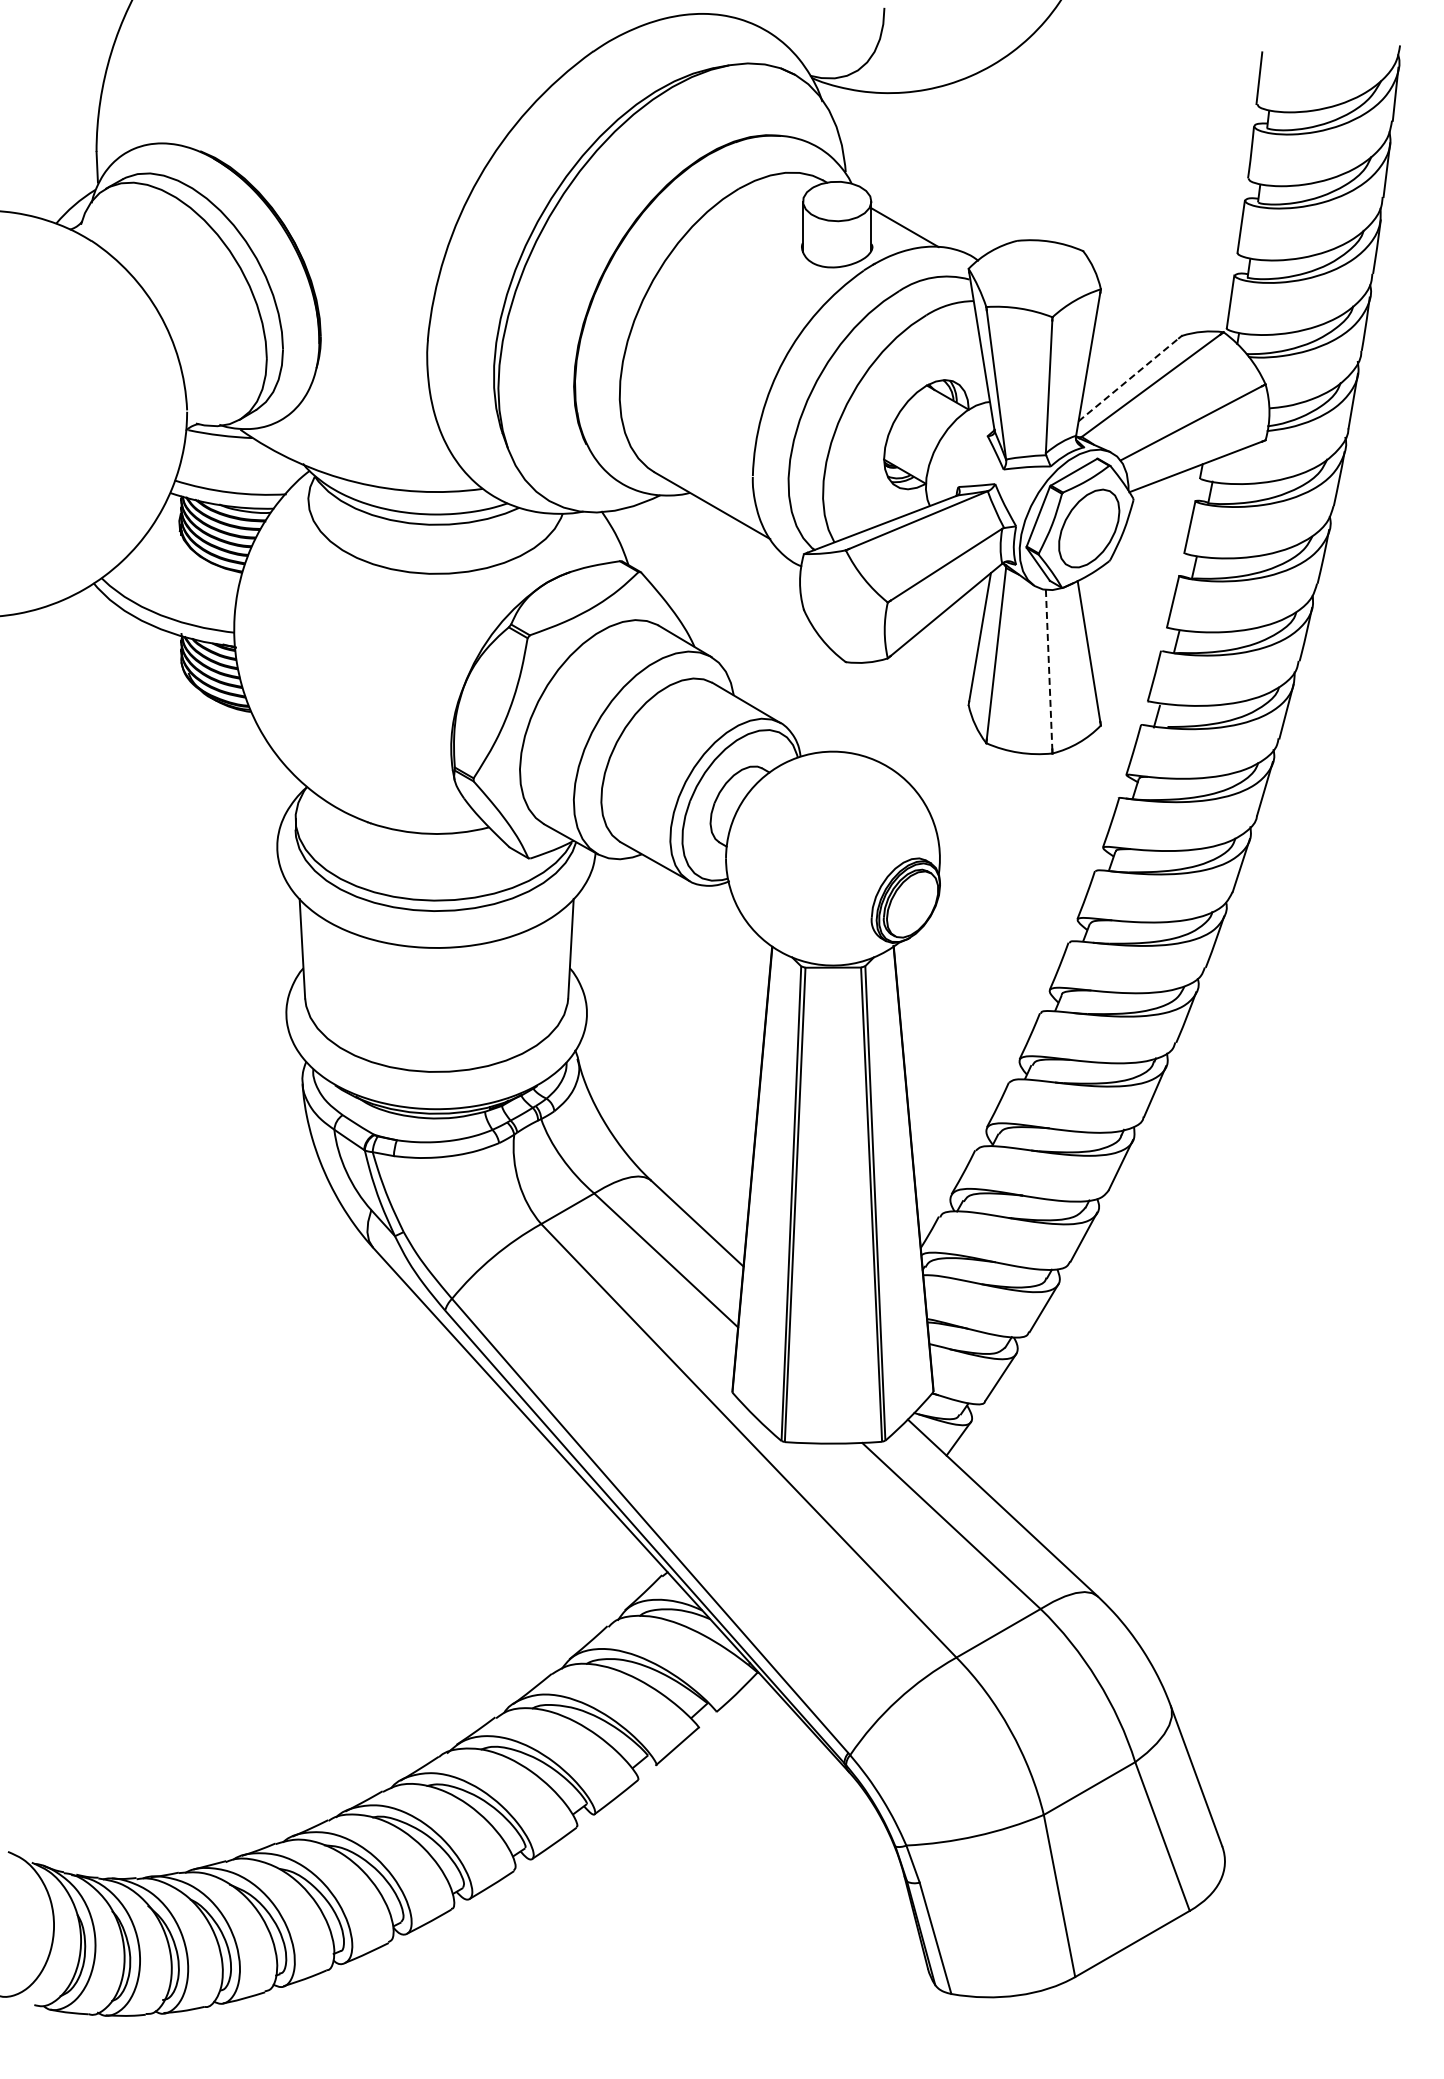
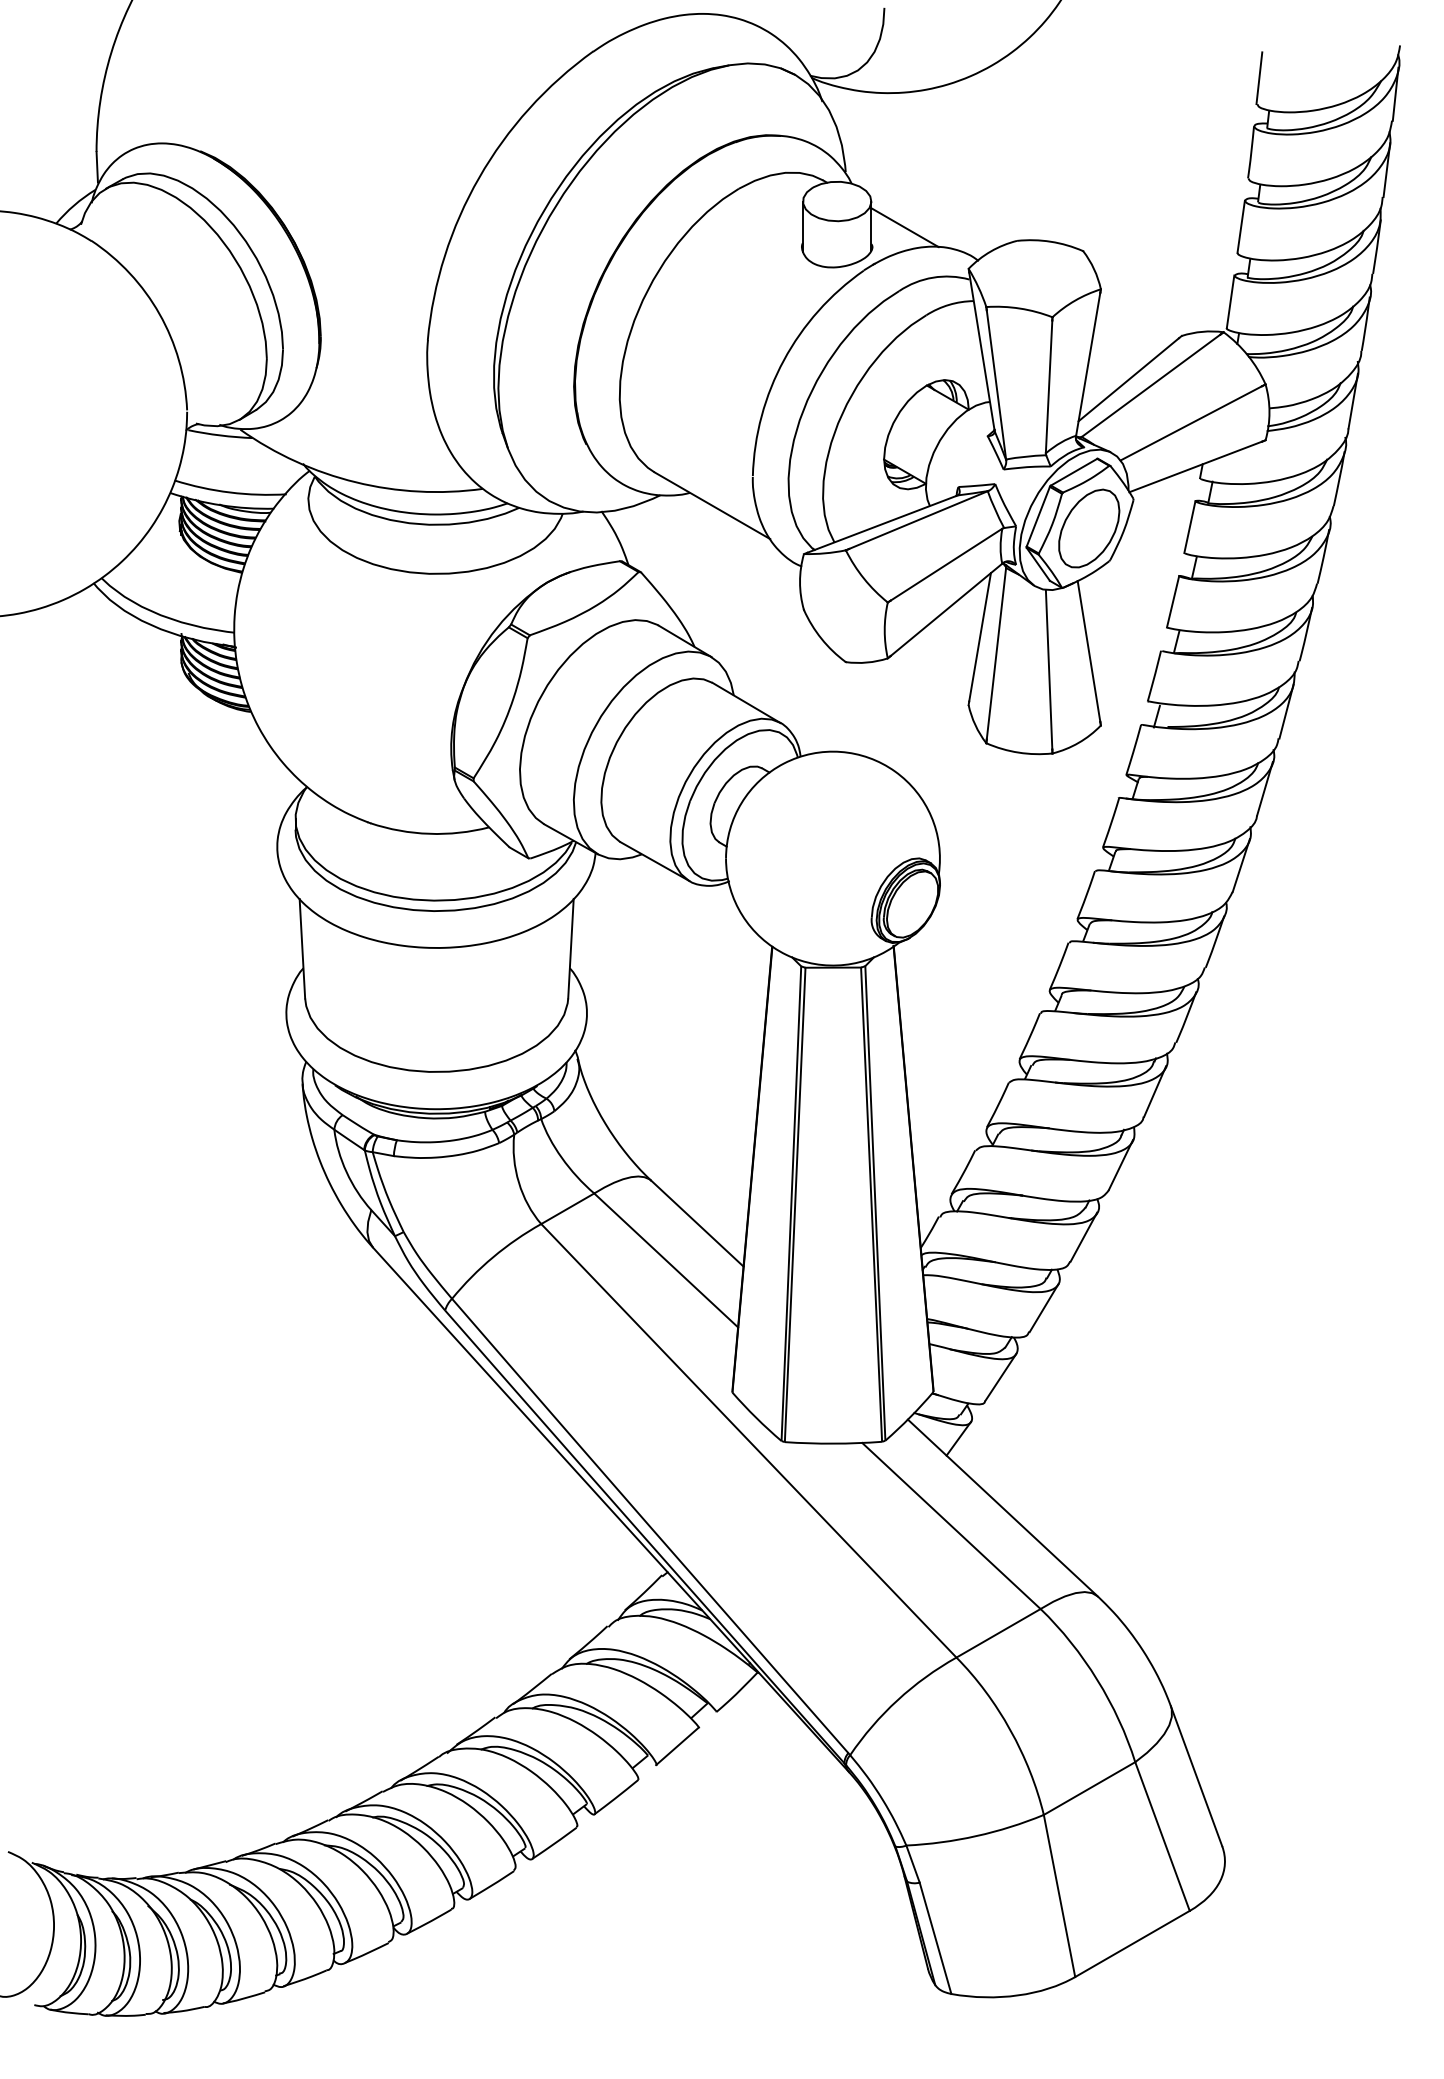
line at (1129, 379): dashed -> solid
line at (1049, 669): dashed -> solid
